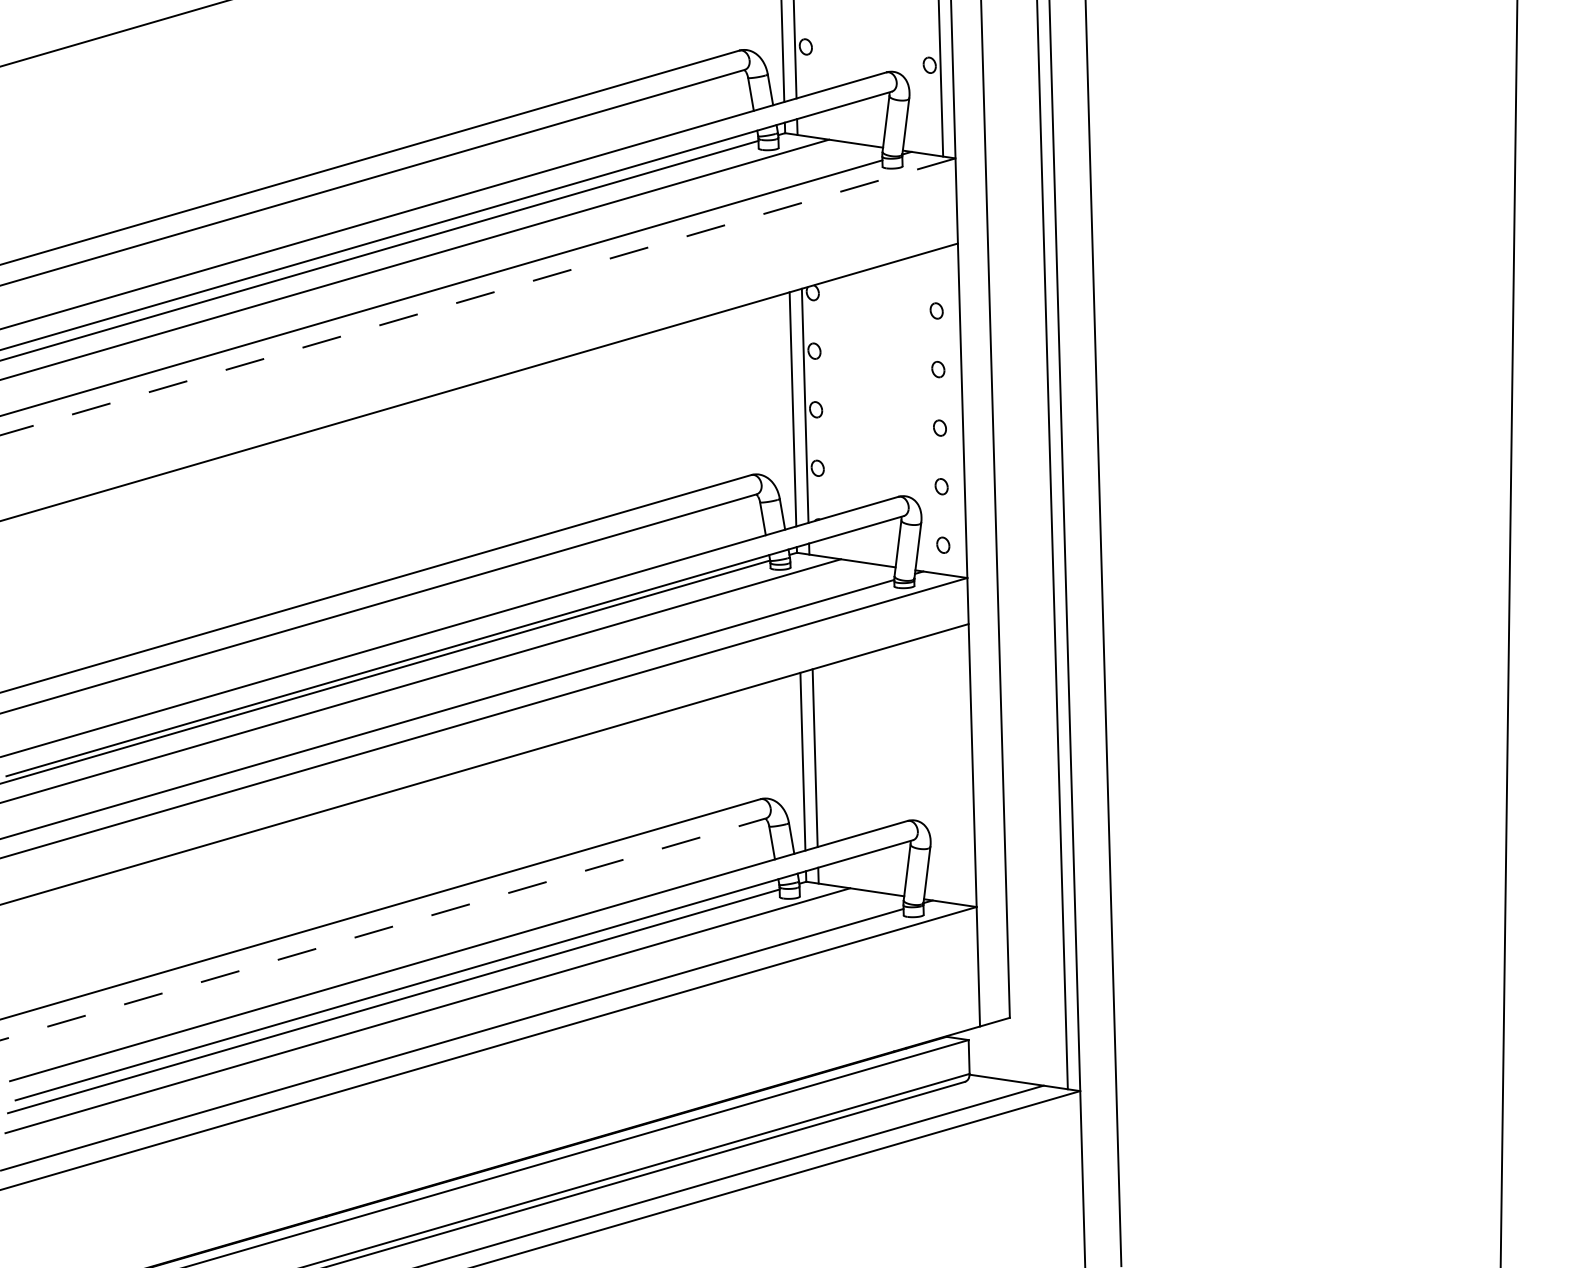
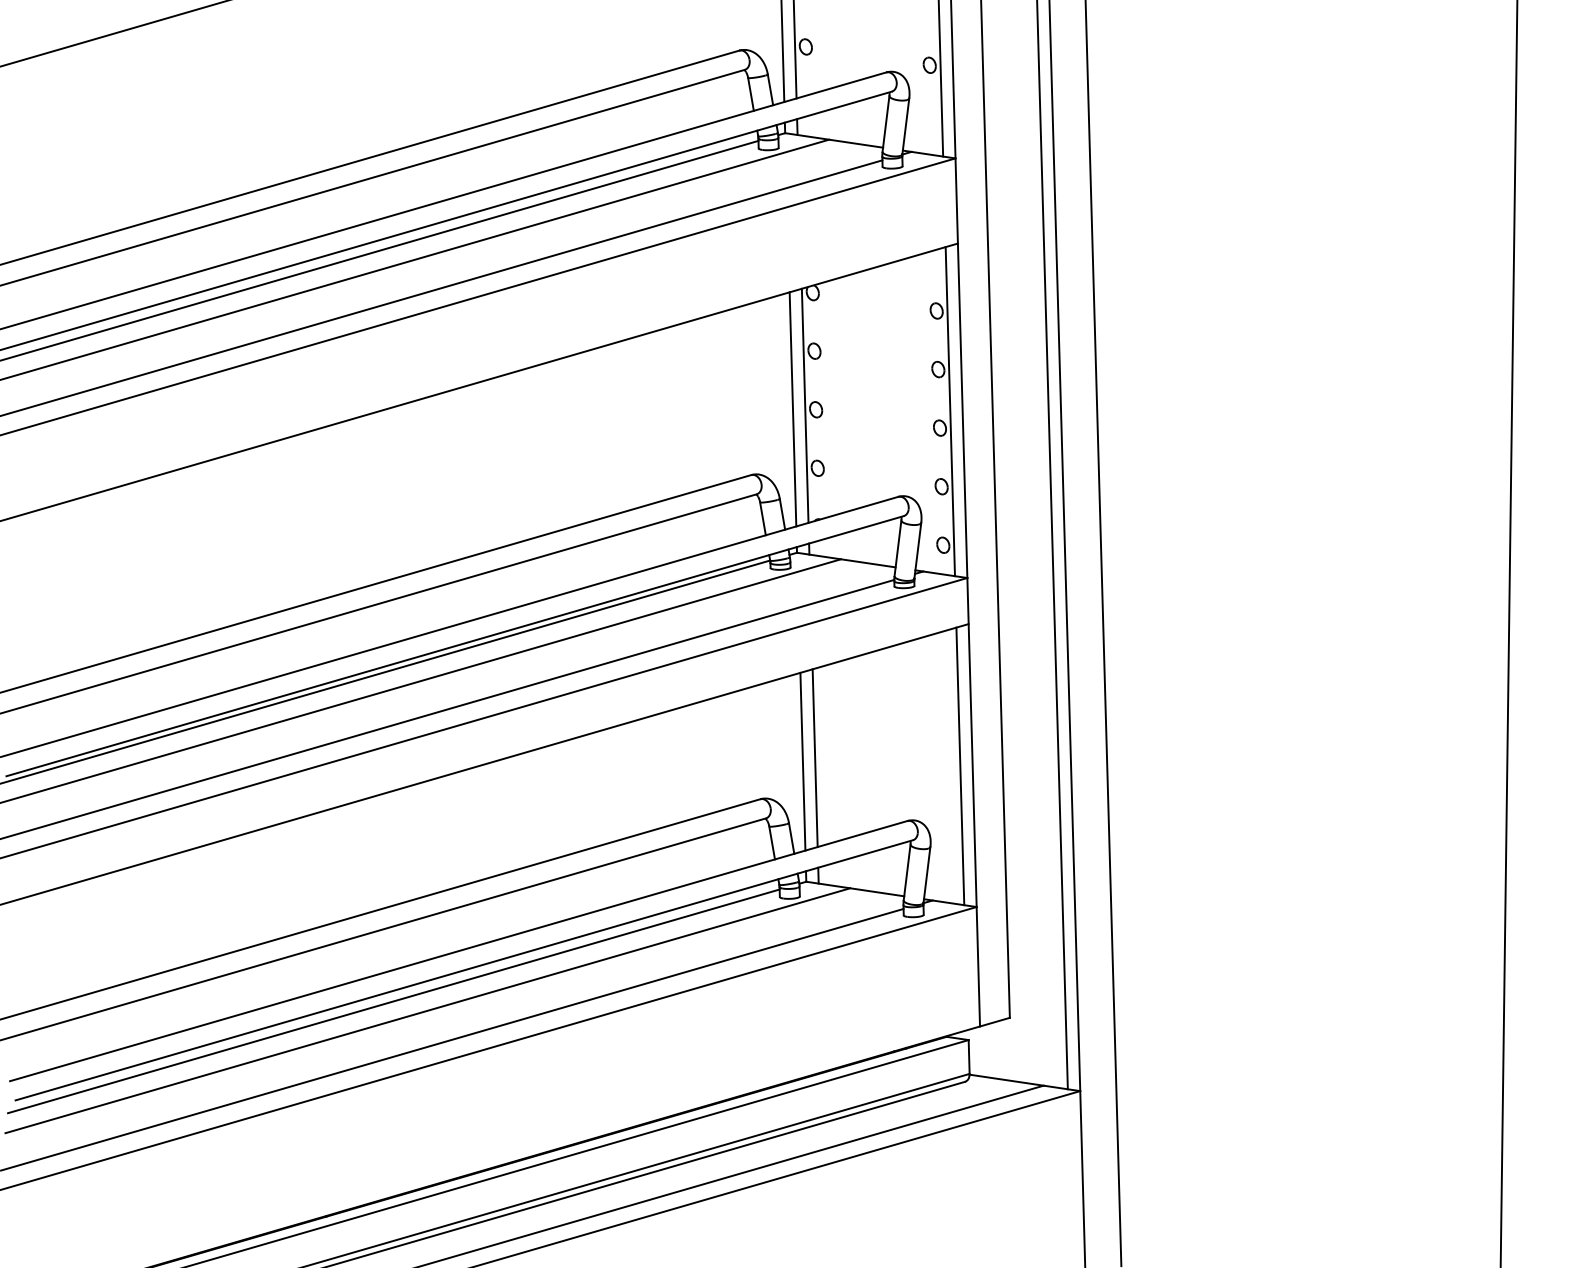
line at (477, 296): dashed -> solid
line at (949, 411): none -> present
line at (960, 766): none -> present
line at (383, 929): dashed -> solid
